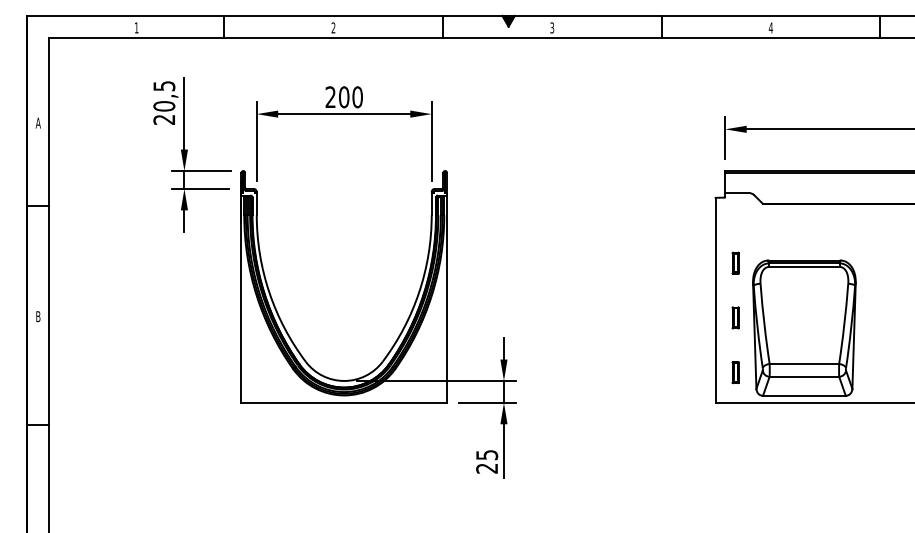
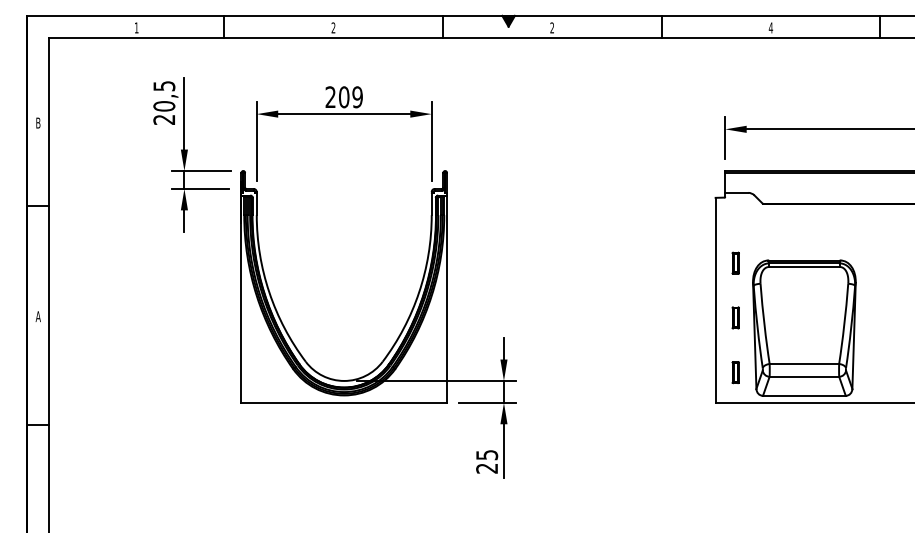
text at (552, 28): 3 -> 2
text at (357, 97): 200 -> 209
text at (37, 122): A -> B
text at (37, 316): B -> A
